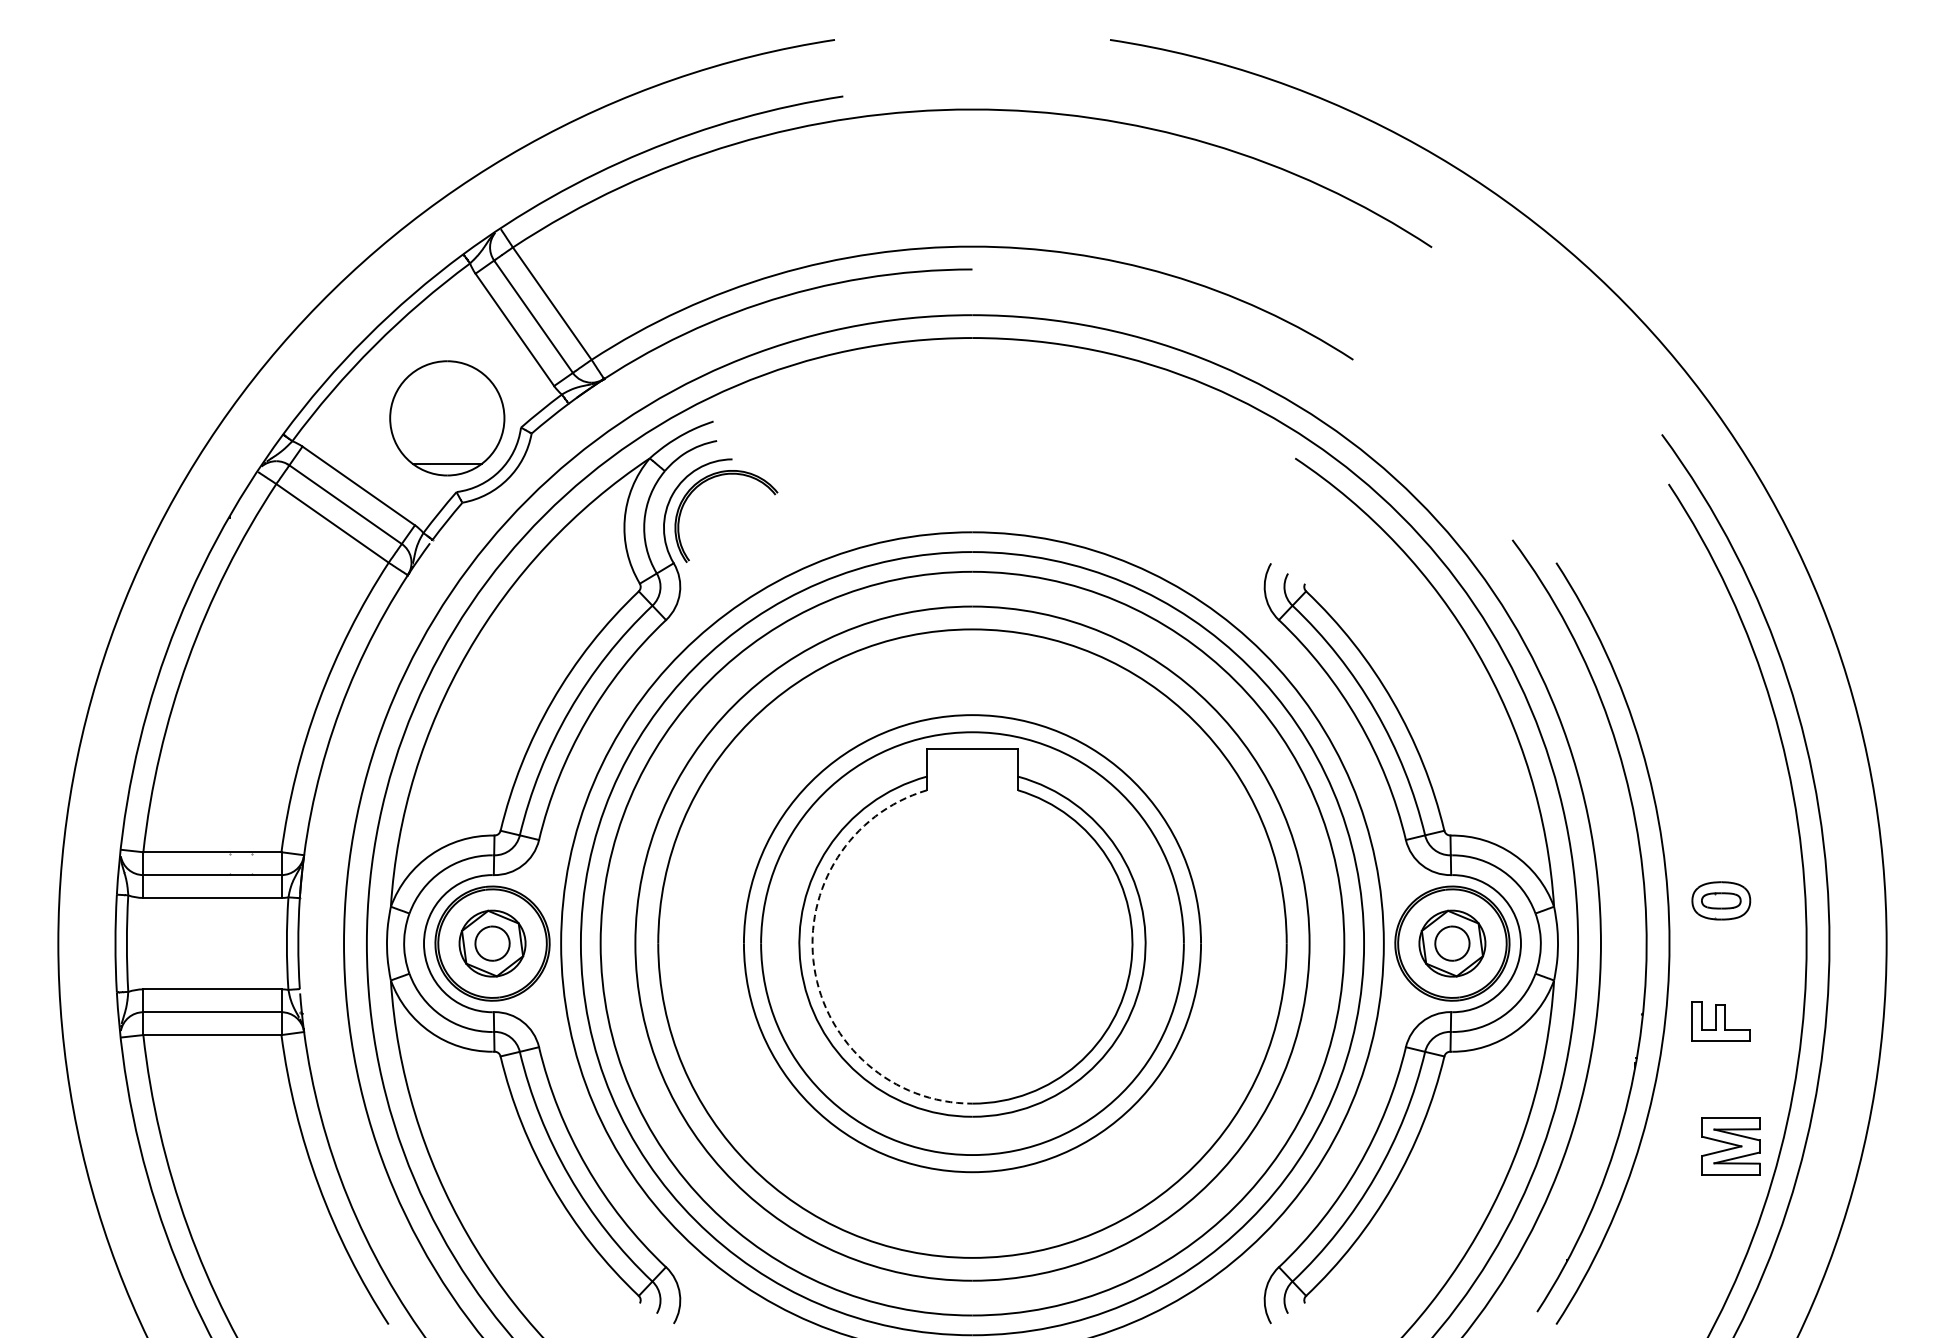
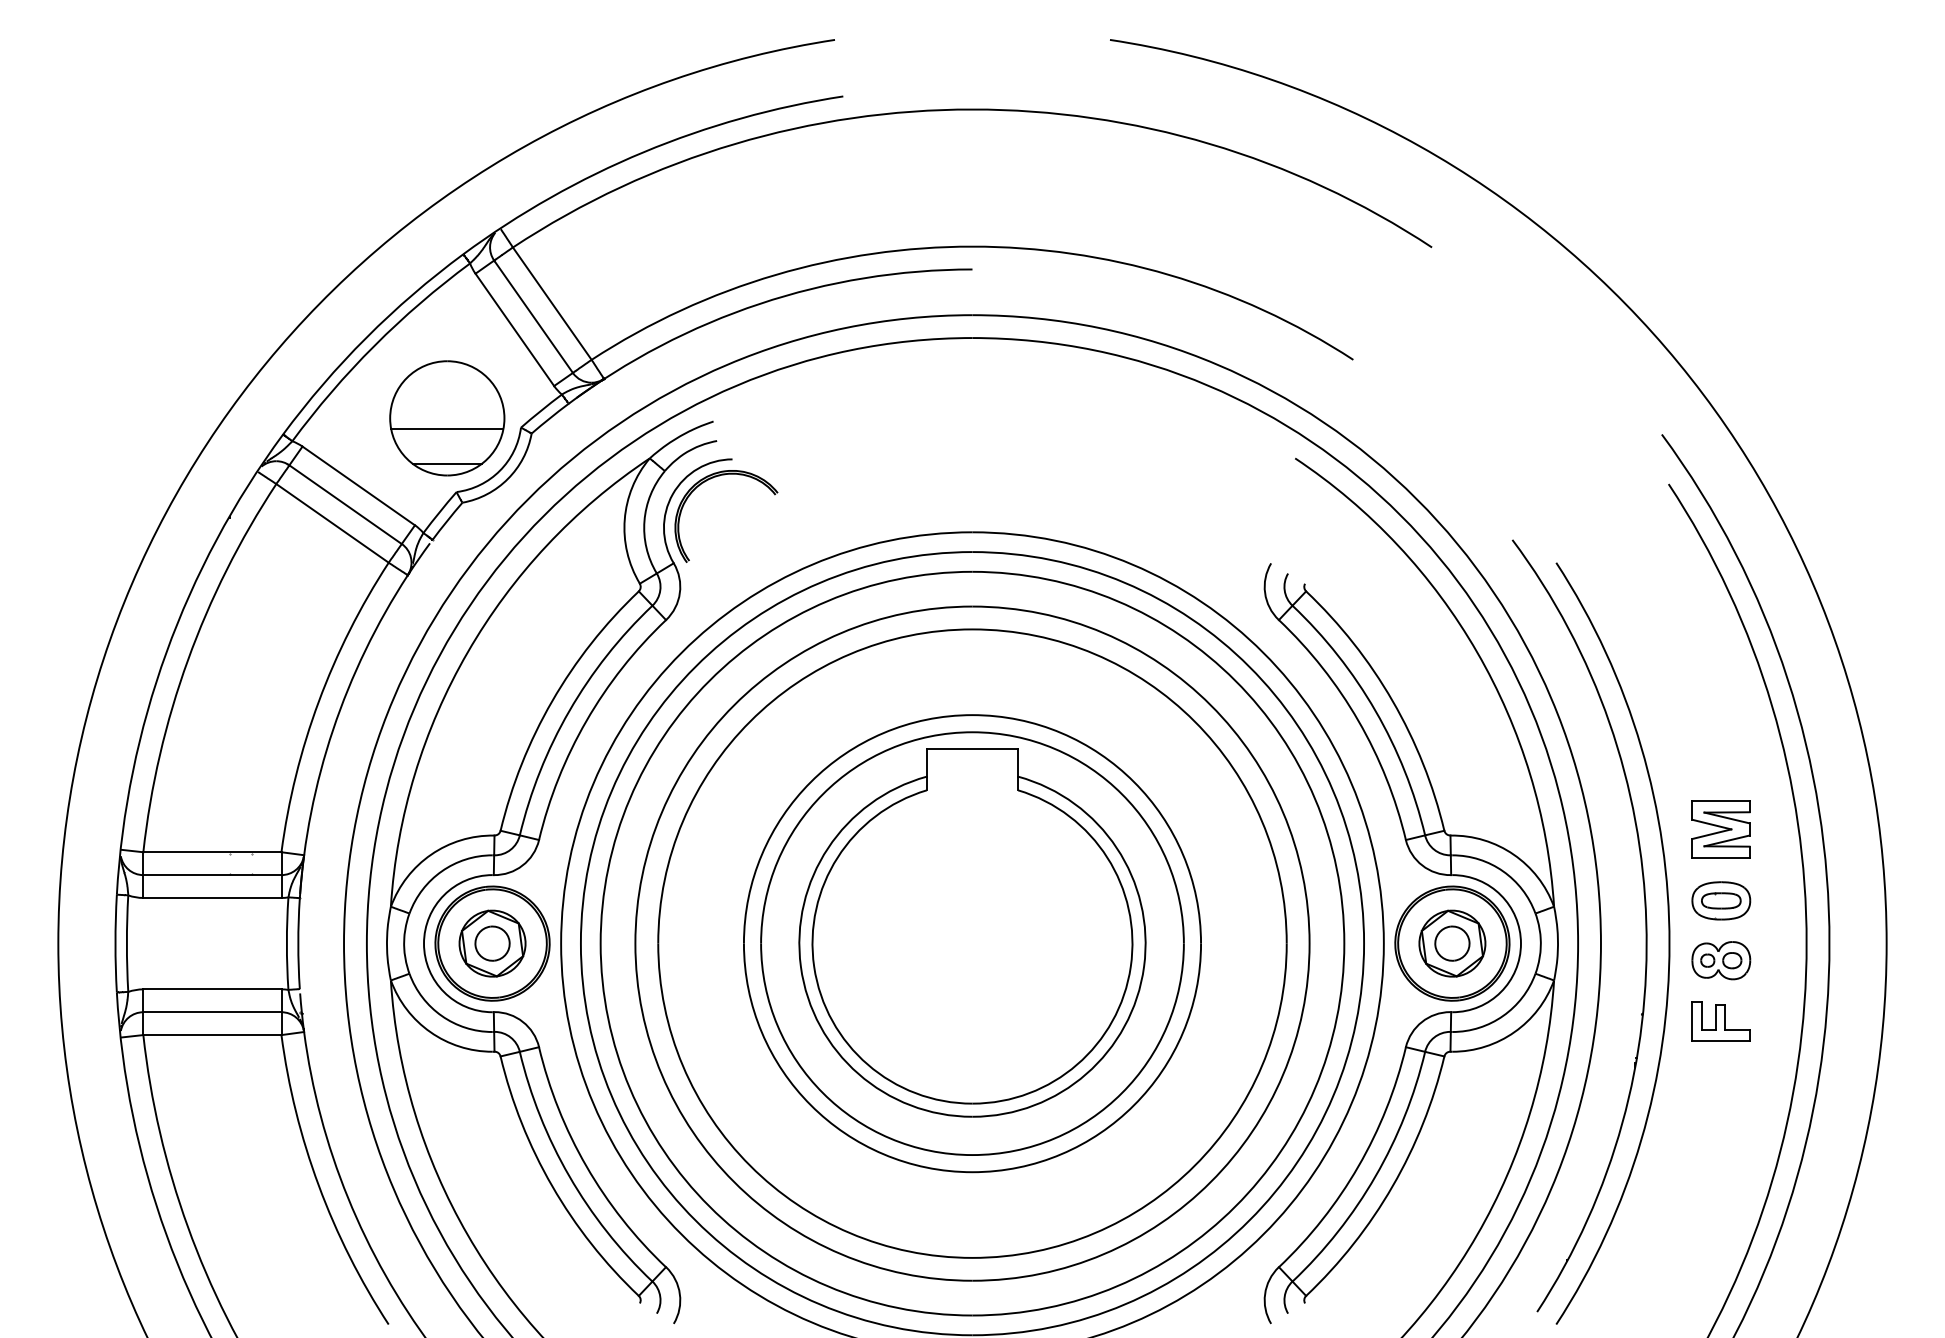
line at (447, 429): none -> present
part at (1721, 960): none -> present
arc at (814, 966): dashed -> solid
part at (1730, 1146) position: (1730, 1146) -> (1720, 829)
